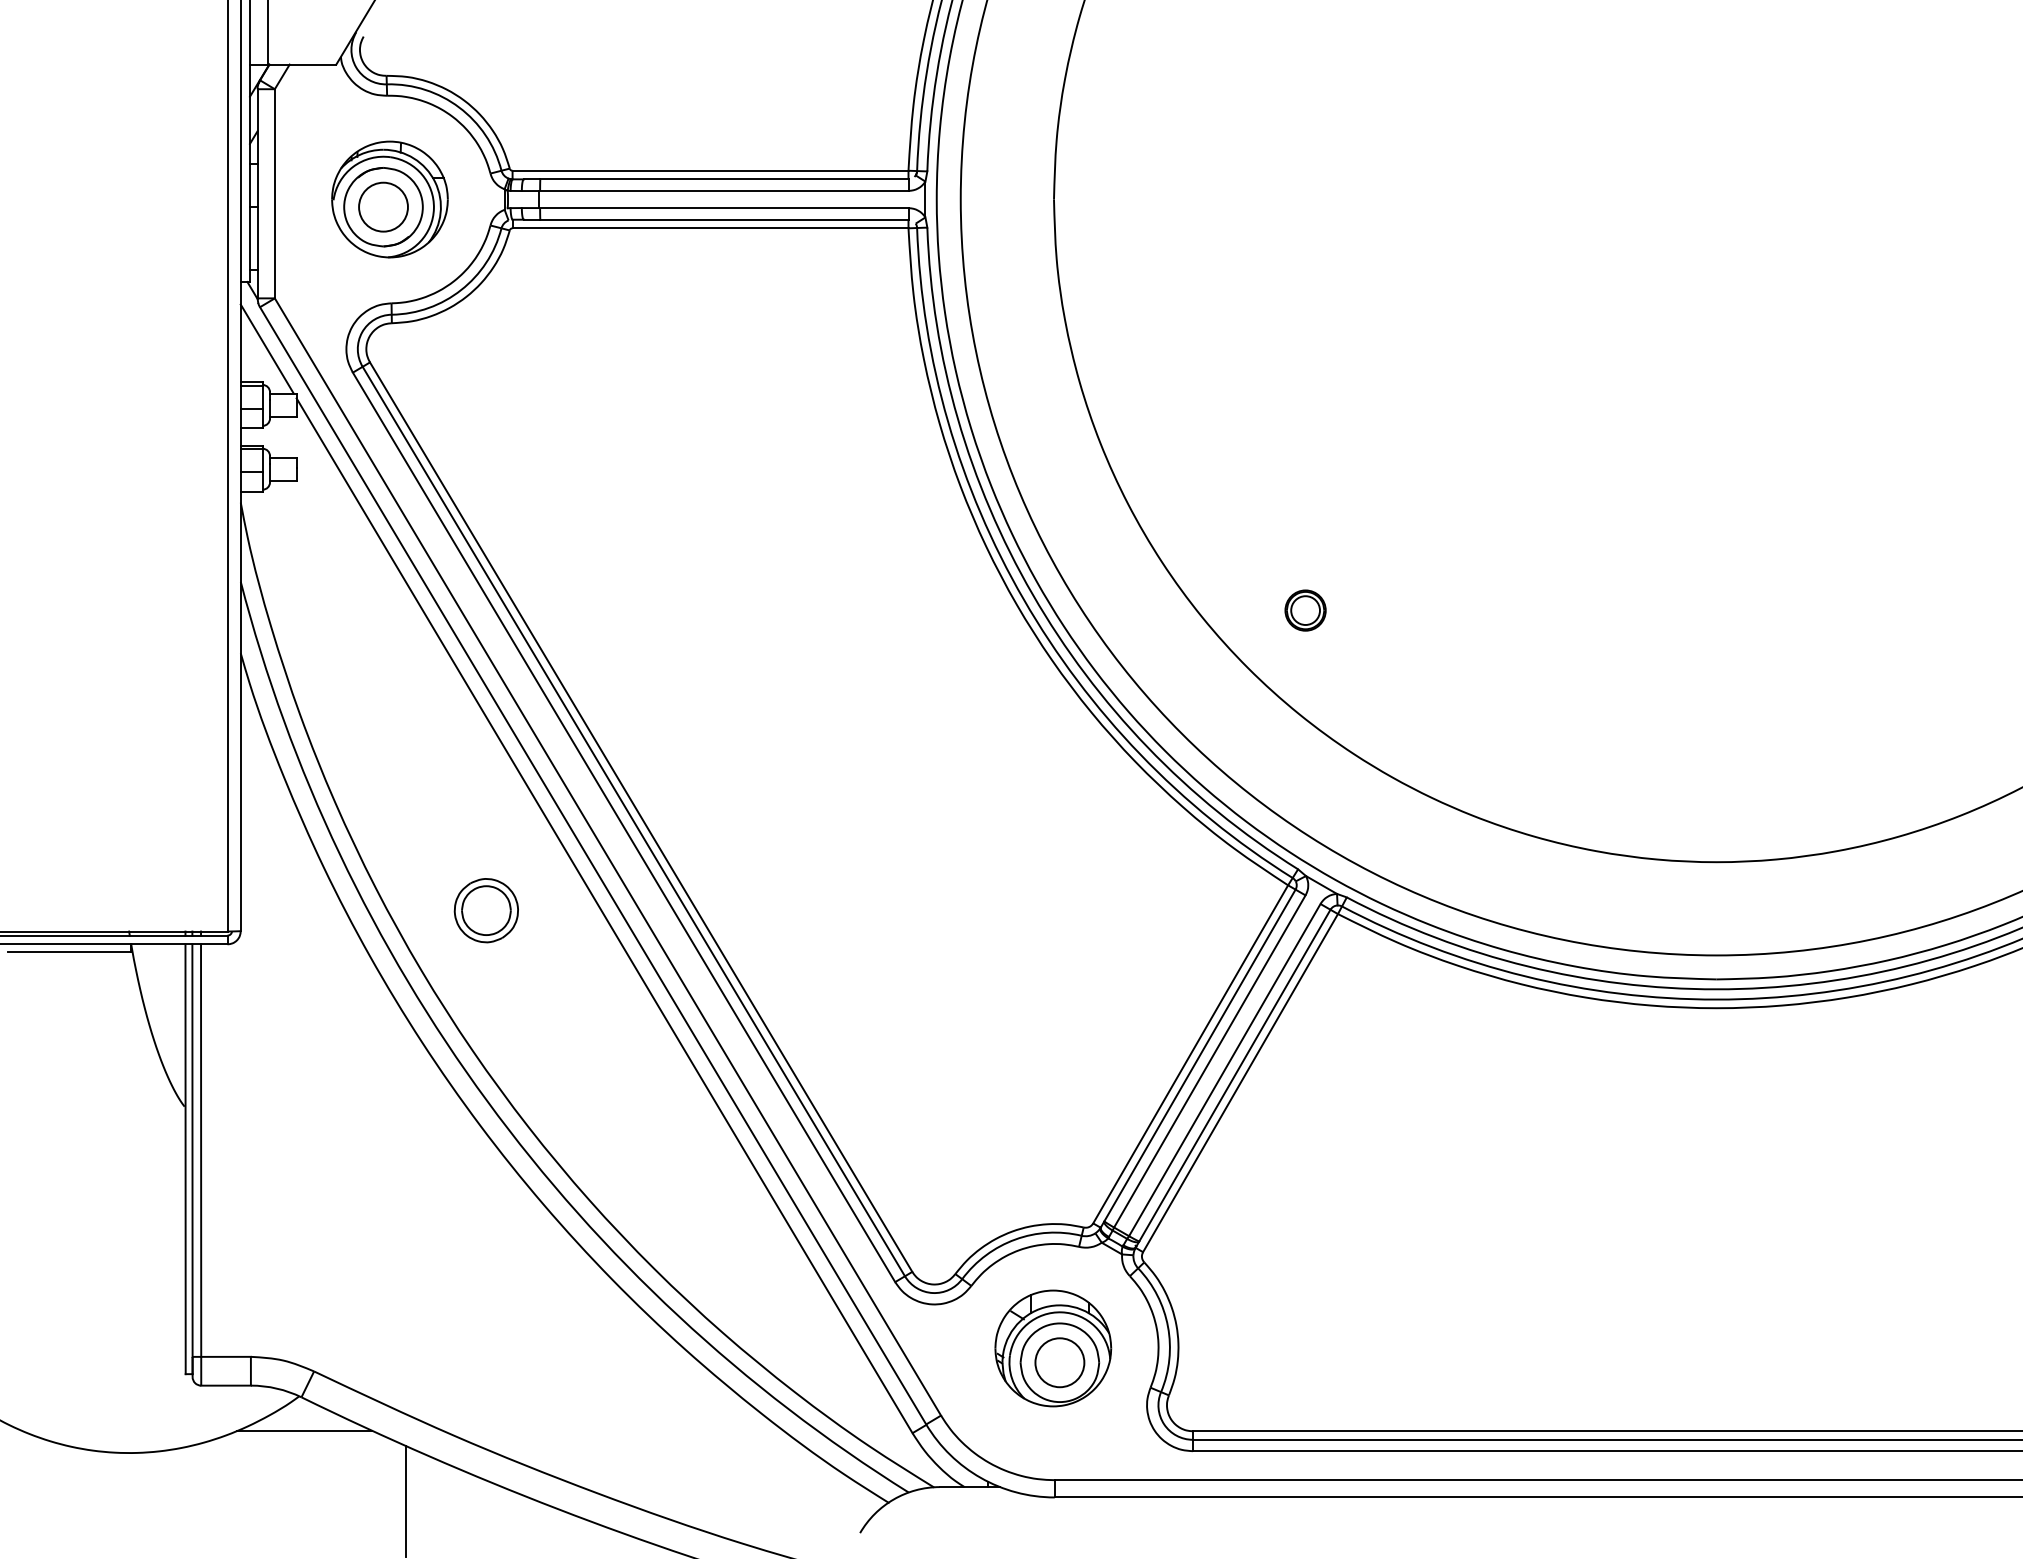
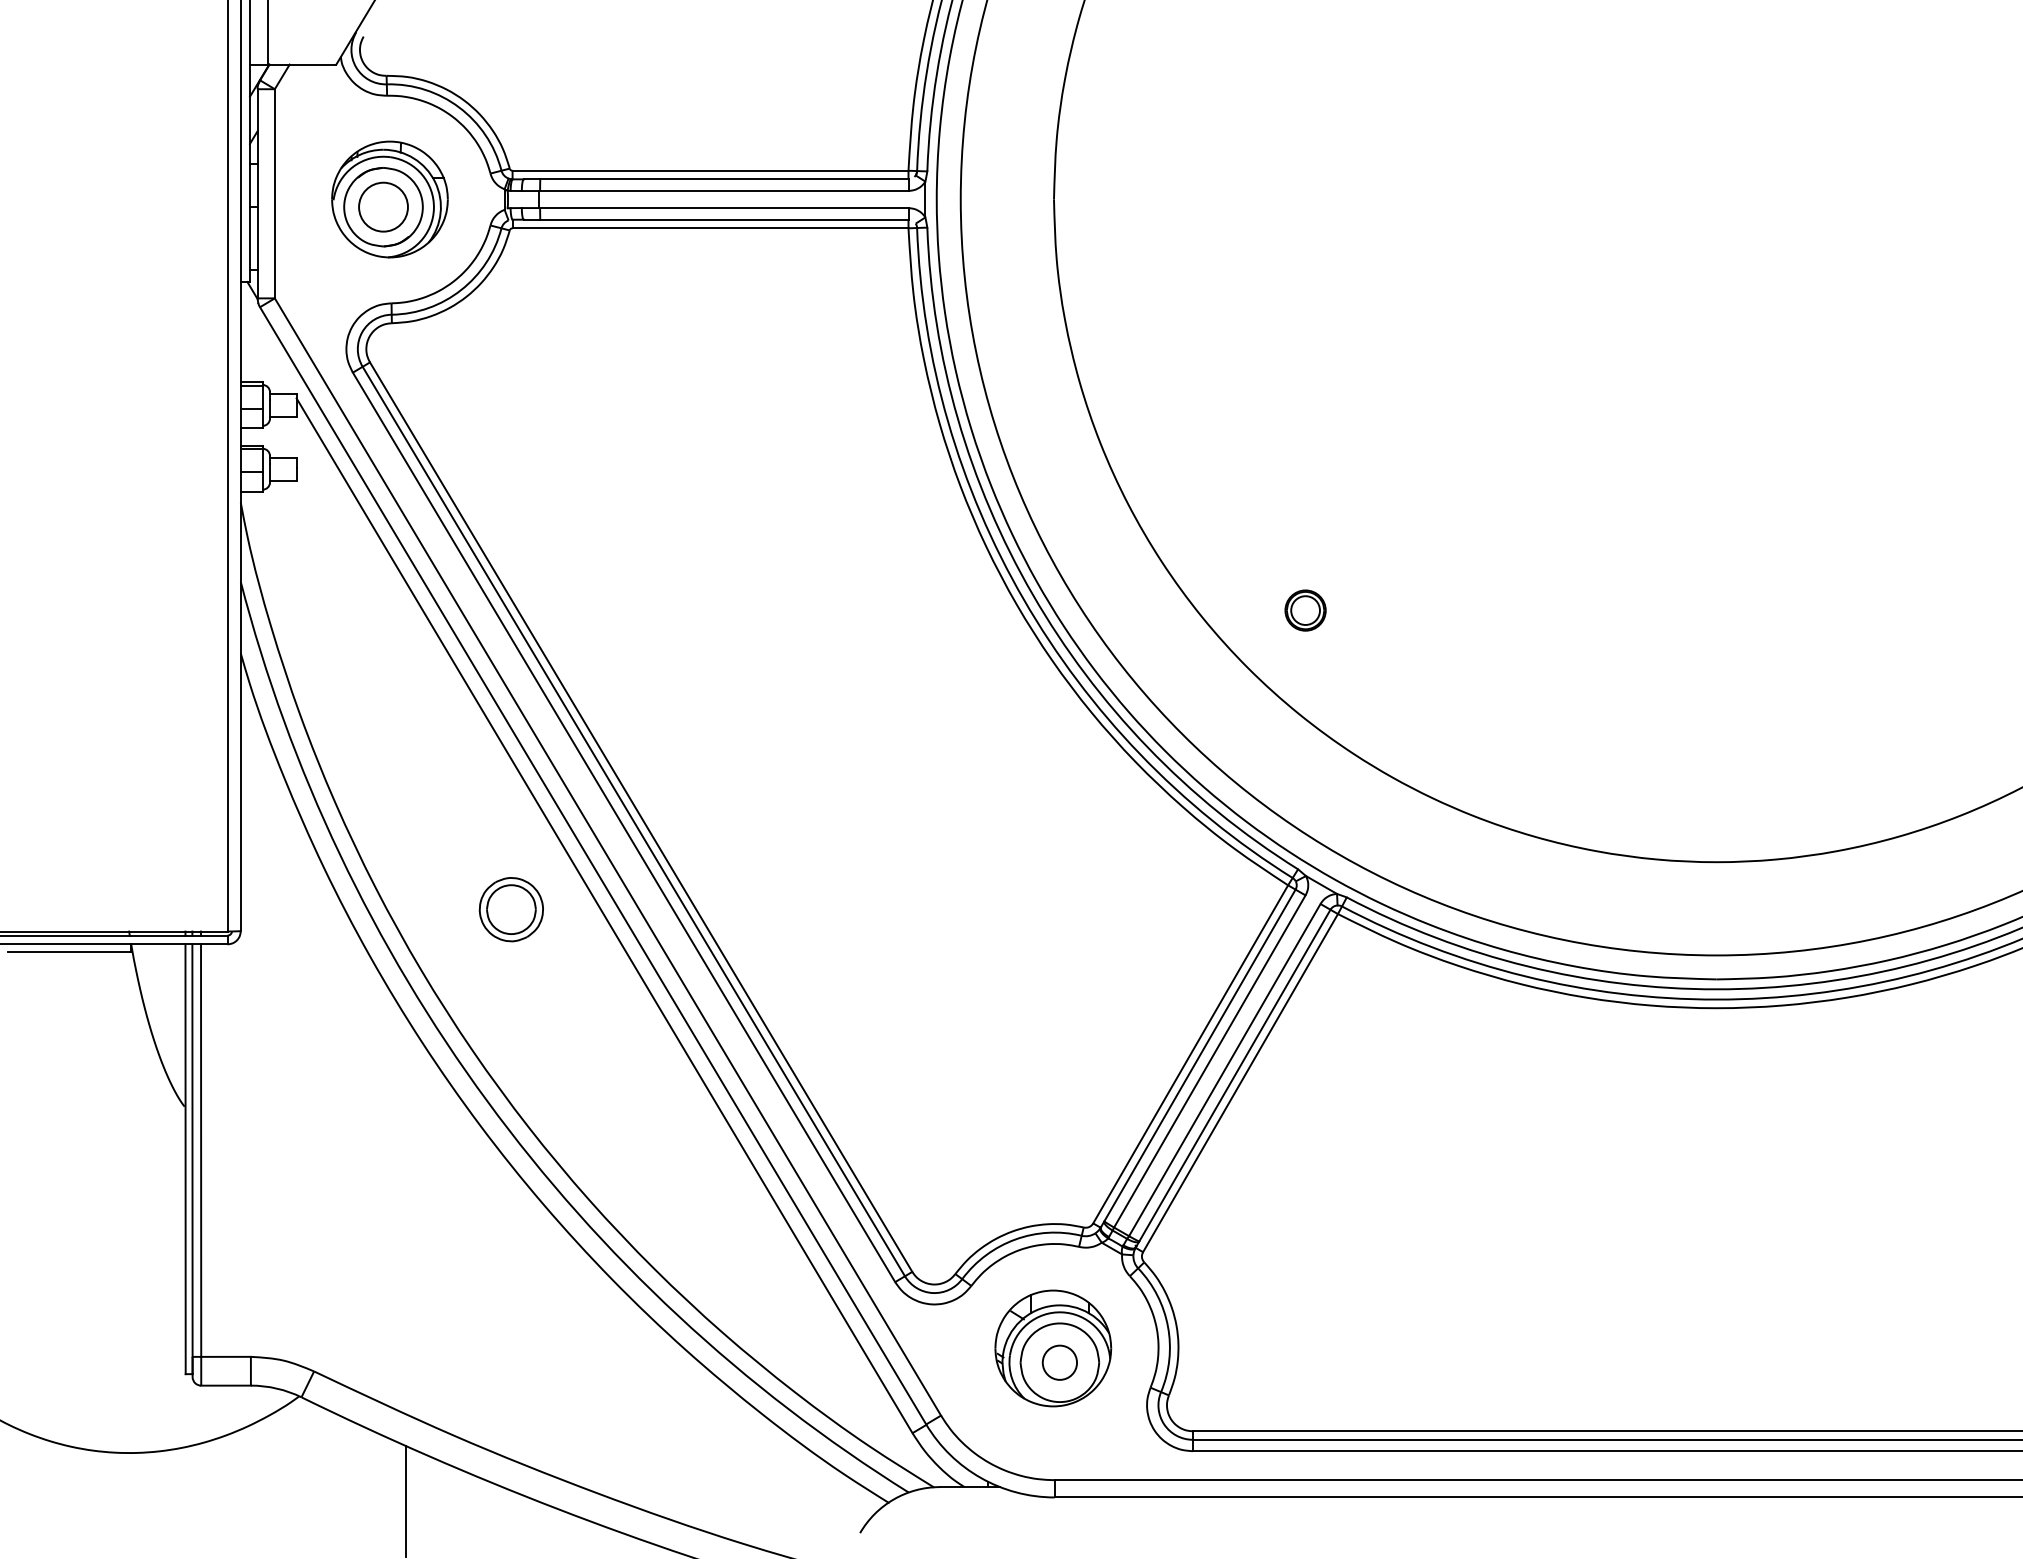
line at (266, 348): present -> none
part at (485, 910) position: (485, 910) -> (510, 909)
circle at (1059, 1362) diameter: 49 px -> 34 px
line at (304, 1430): present -> none
